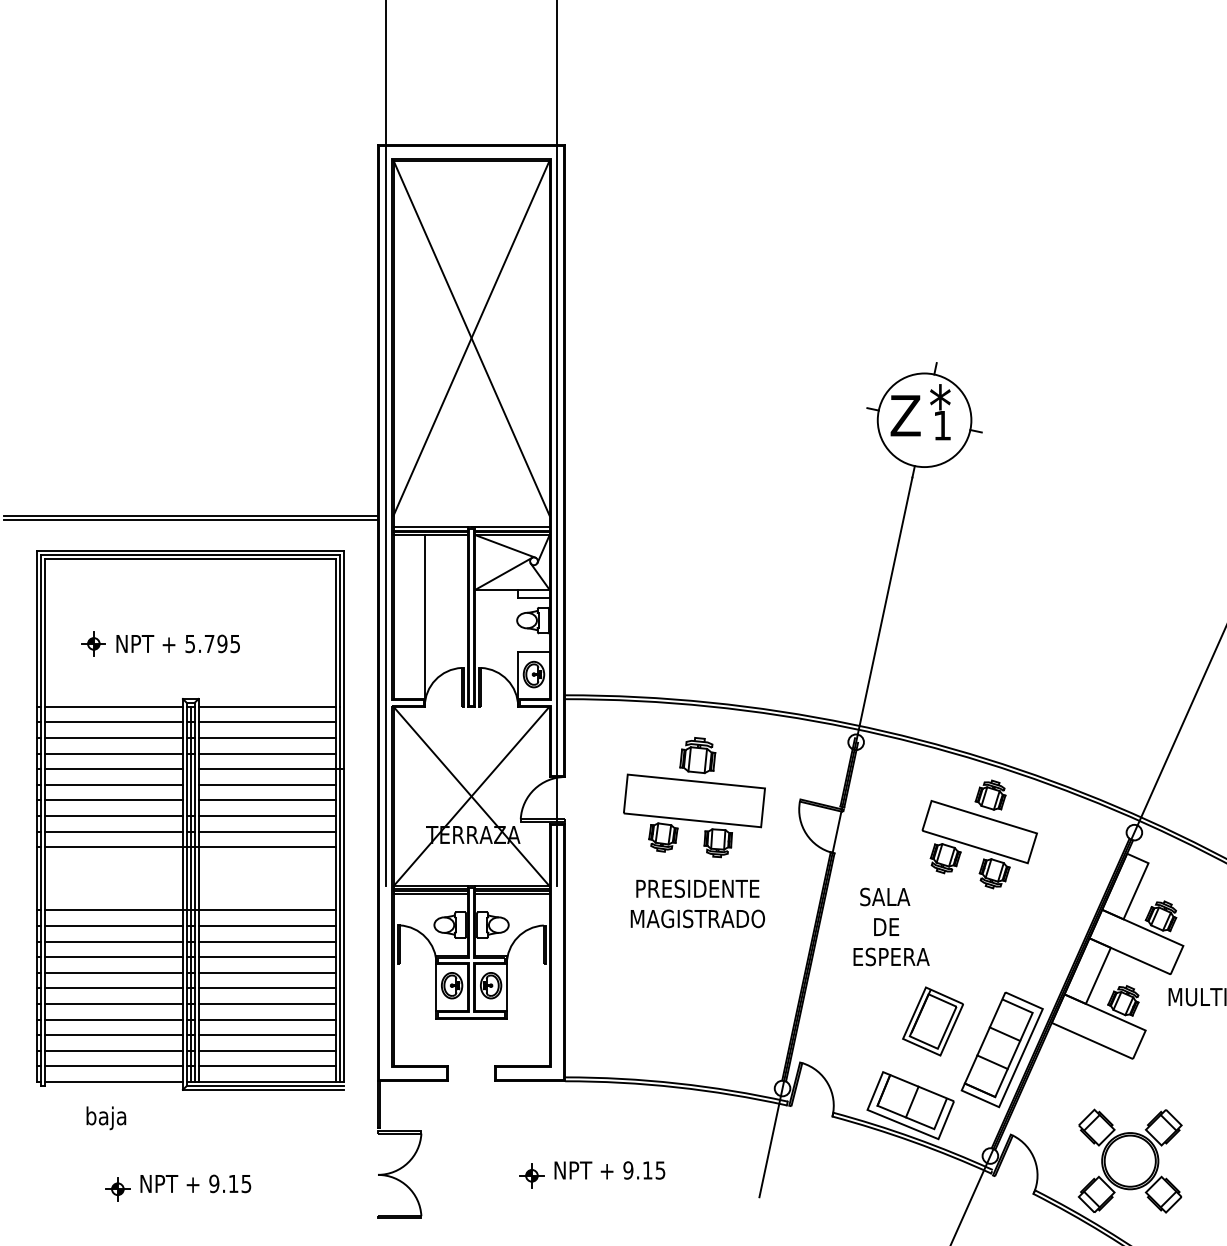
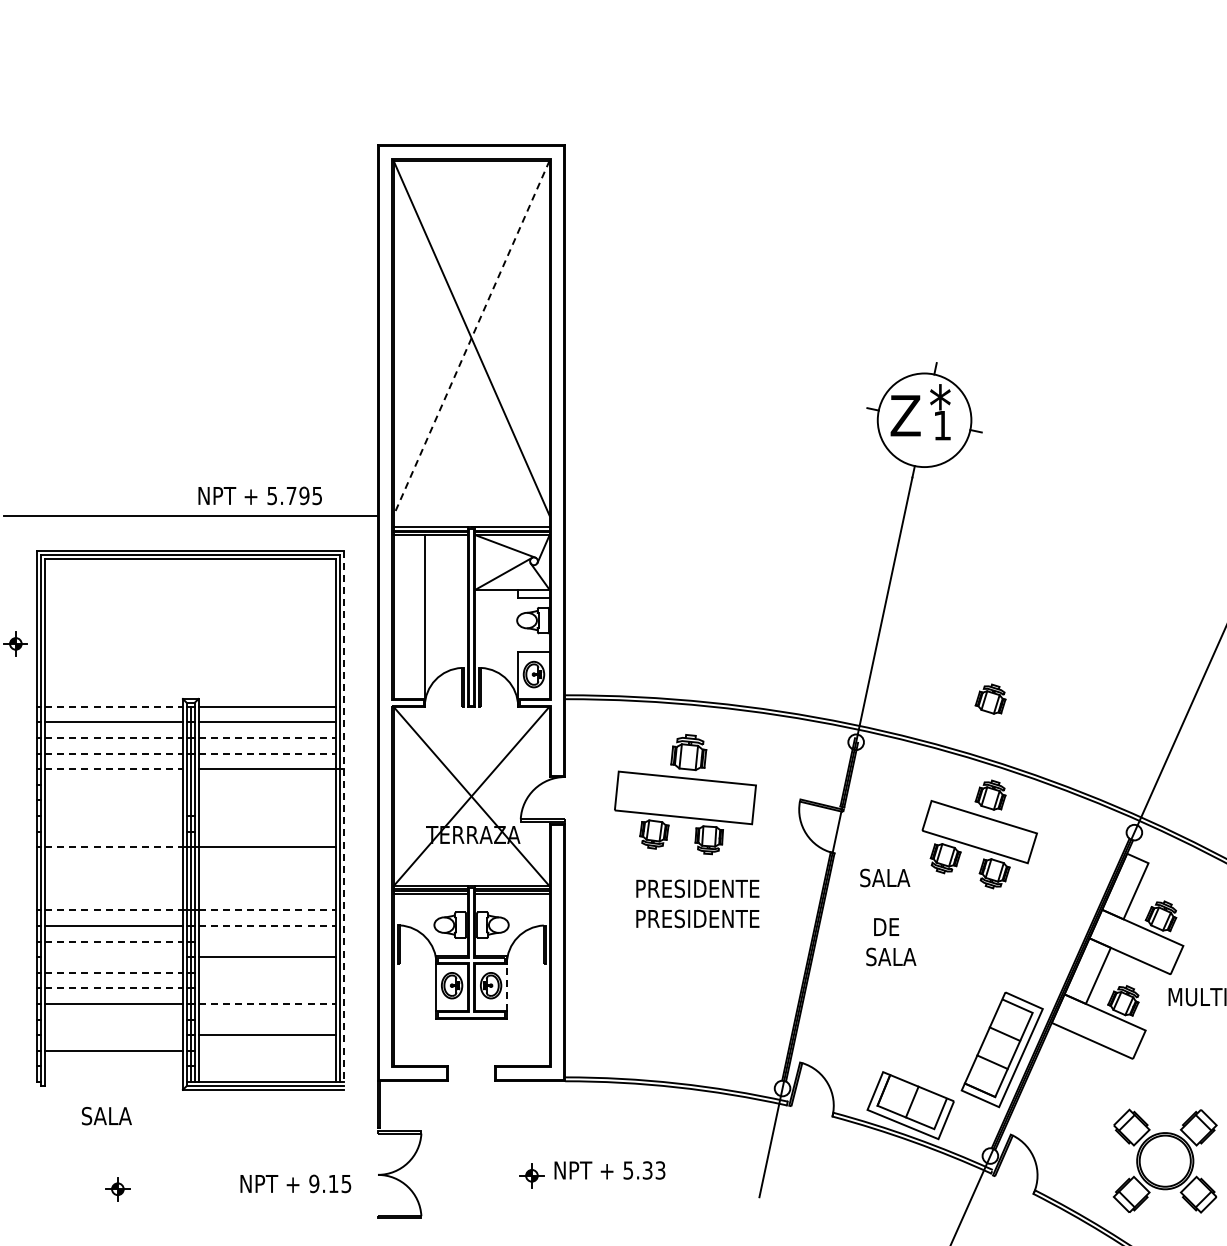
line at (471, 338): solid -> dashed
line at (385, 444): present -> none
line at (557, 444): present -> none
line at (190, 519): present -> none
part at (93, 643) position: (93, 643) -> (15, 643)
text at (177, 643) position: (177, 643) -> (259, 495)
part at (990, 698): none -> present
line at (114, 706): solid -> dashed
line at (114, 738): solid -> dashed
line at (267, 738): solid -> dashed
line at (114, 753): solid -> dashed
line at (267, 753): solid -> dashed
line at (114, 769): solid -> dashed
line at (113, 784): present -> none
line at (267, 784): present -> none
part at (694, 797) position: (694, 797) -> (685, 794)
line at (113, 800): present -> none
line at (267, 800): present -> none
line at (113, 816): present -> none
line at (267, 816): present -> none
line at (344, 816): solid -> dashed
line at (113, 831): present -> none
line at (267, 831): present -> none
line at (114, 847): solid -> dashed
text at (885, 896) position: (885, 896) -> (885, 877)
line at (114, 910): solid -> dashed
line at (267, 910): solid -> dashed
text at (697, 918): MAGISTRADO -> PRESIDENTE
line at (267, 926): solid -> dashed
line at (114, 941): solid -> dashed
line at (267, 941): present -> none
text at (891, 956): ESPERA -> SALA
line at (113, 957): present -> none
line at (114, 972): solid -> dashed
line at (267, 972): present -> none
line at (506, 987): solid -> dashed
line at (114, 988): solid -> dashed
line at (267, 988): present -> none
line at (267, 1004): solid -> dashed
line at (113, 1019): present -> none
line at (267, 1019): present -> none
part at (932, 1021): present -> none
line at (113, 1035): present -> none
line at (267, 1050): present -> none
line at (113, 1066): present -> none
line at (267, 1066): present -> none
line at (113, 1082): present -> none
text at (106, 1118): baja -> SALA
part at (1129, 1160) position: (1129, 1160) -> (1164, 1160)
text at (644, 1170): 9.15 -> 5.33
text at (195, 1183) position: (195, 1183) -> (295, 1183)
